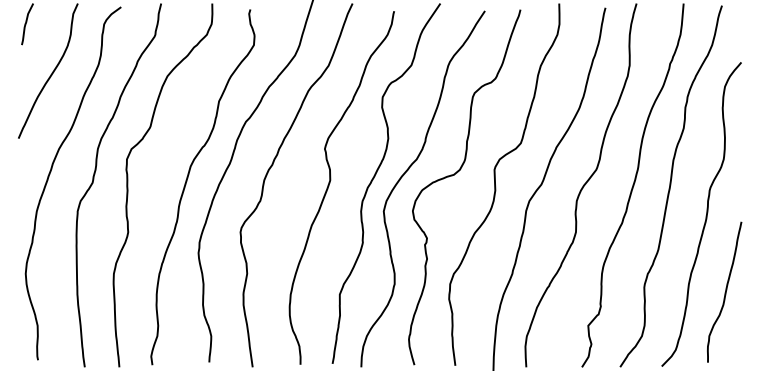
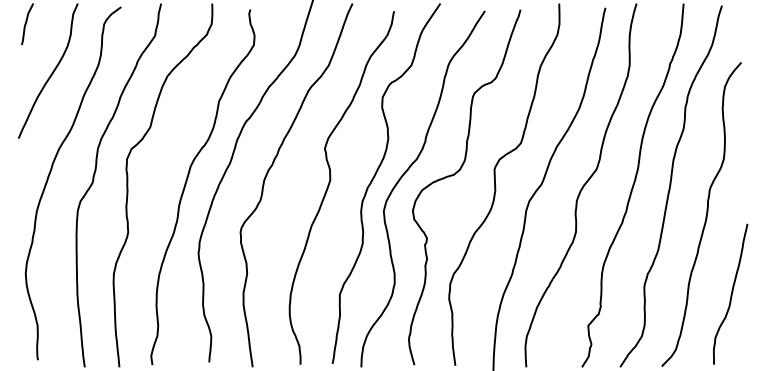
curve at (725, 291) position: (725, 291) -> (731, 293)
